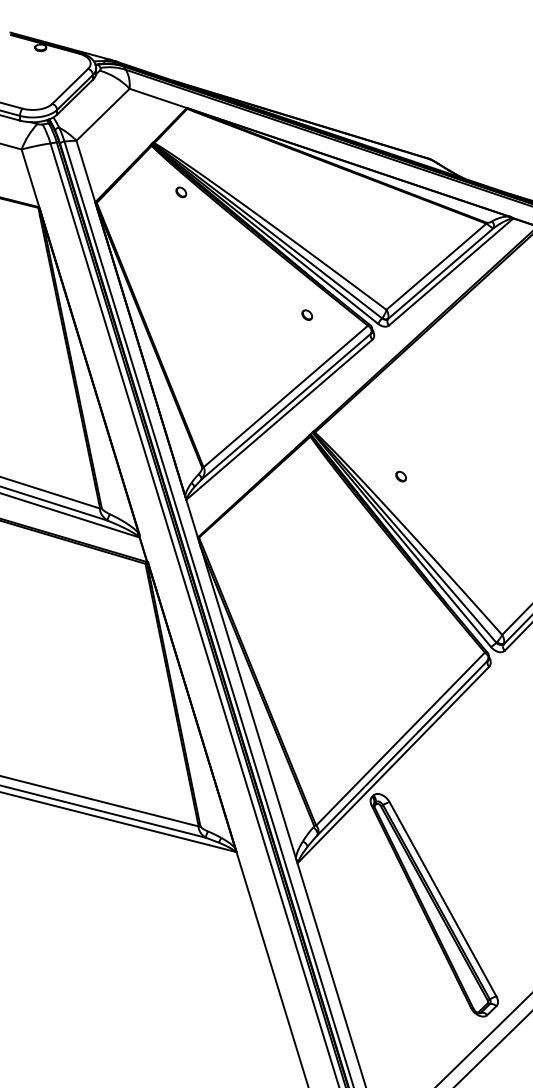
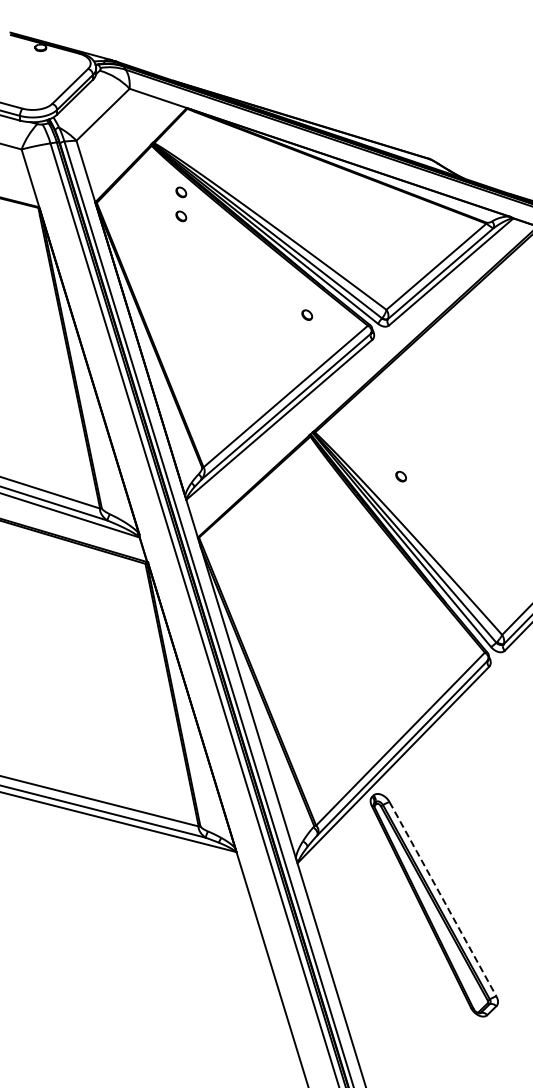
part at (181, 216): none -> present
line at (443, 899): solid -> dashed
line at (483, 1039): present -> none
line at (492, 1048): present -> none
